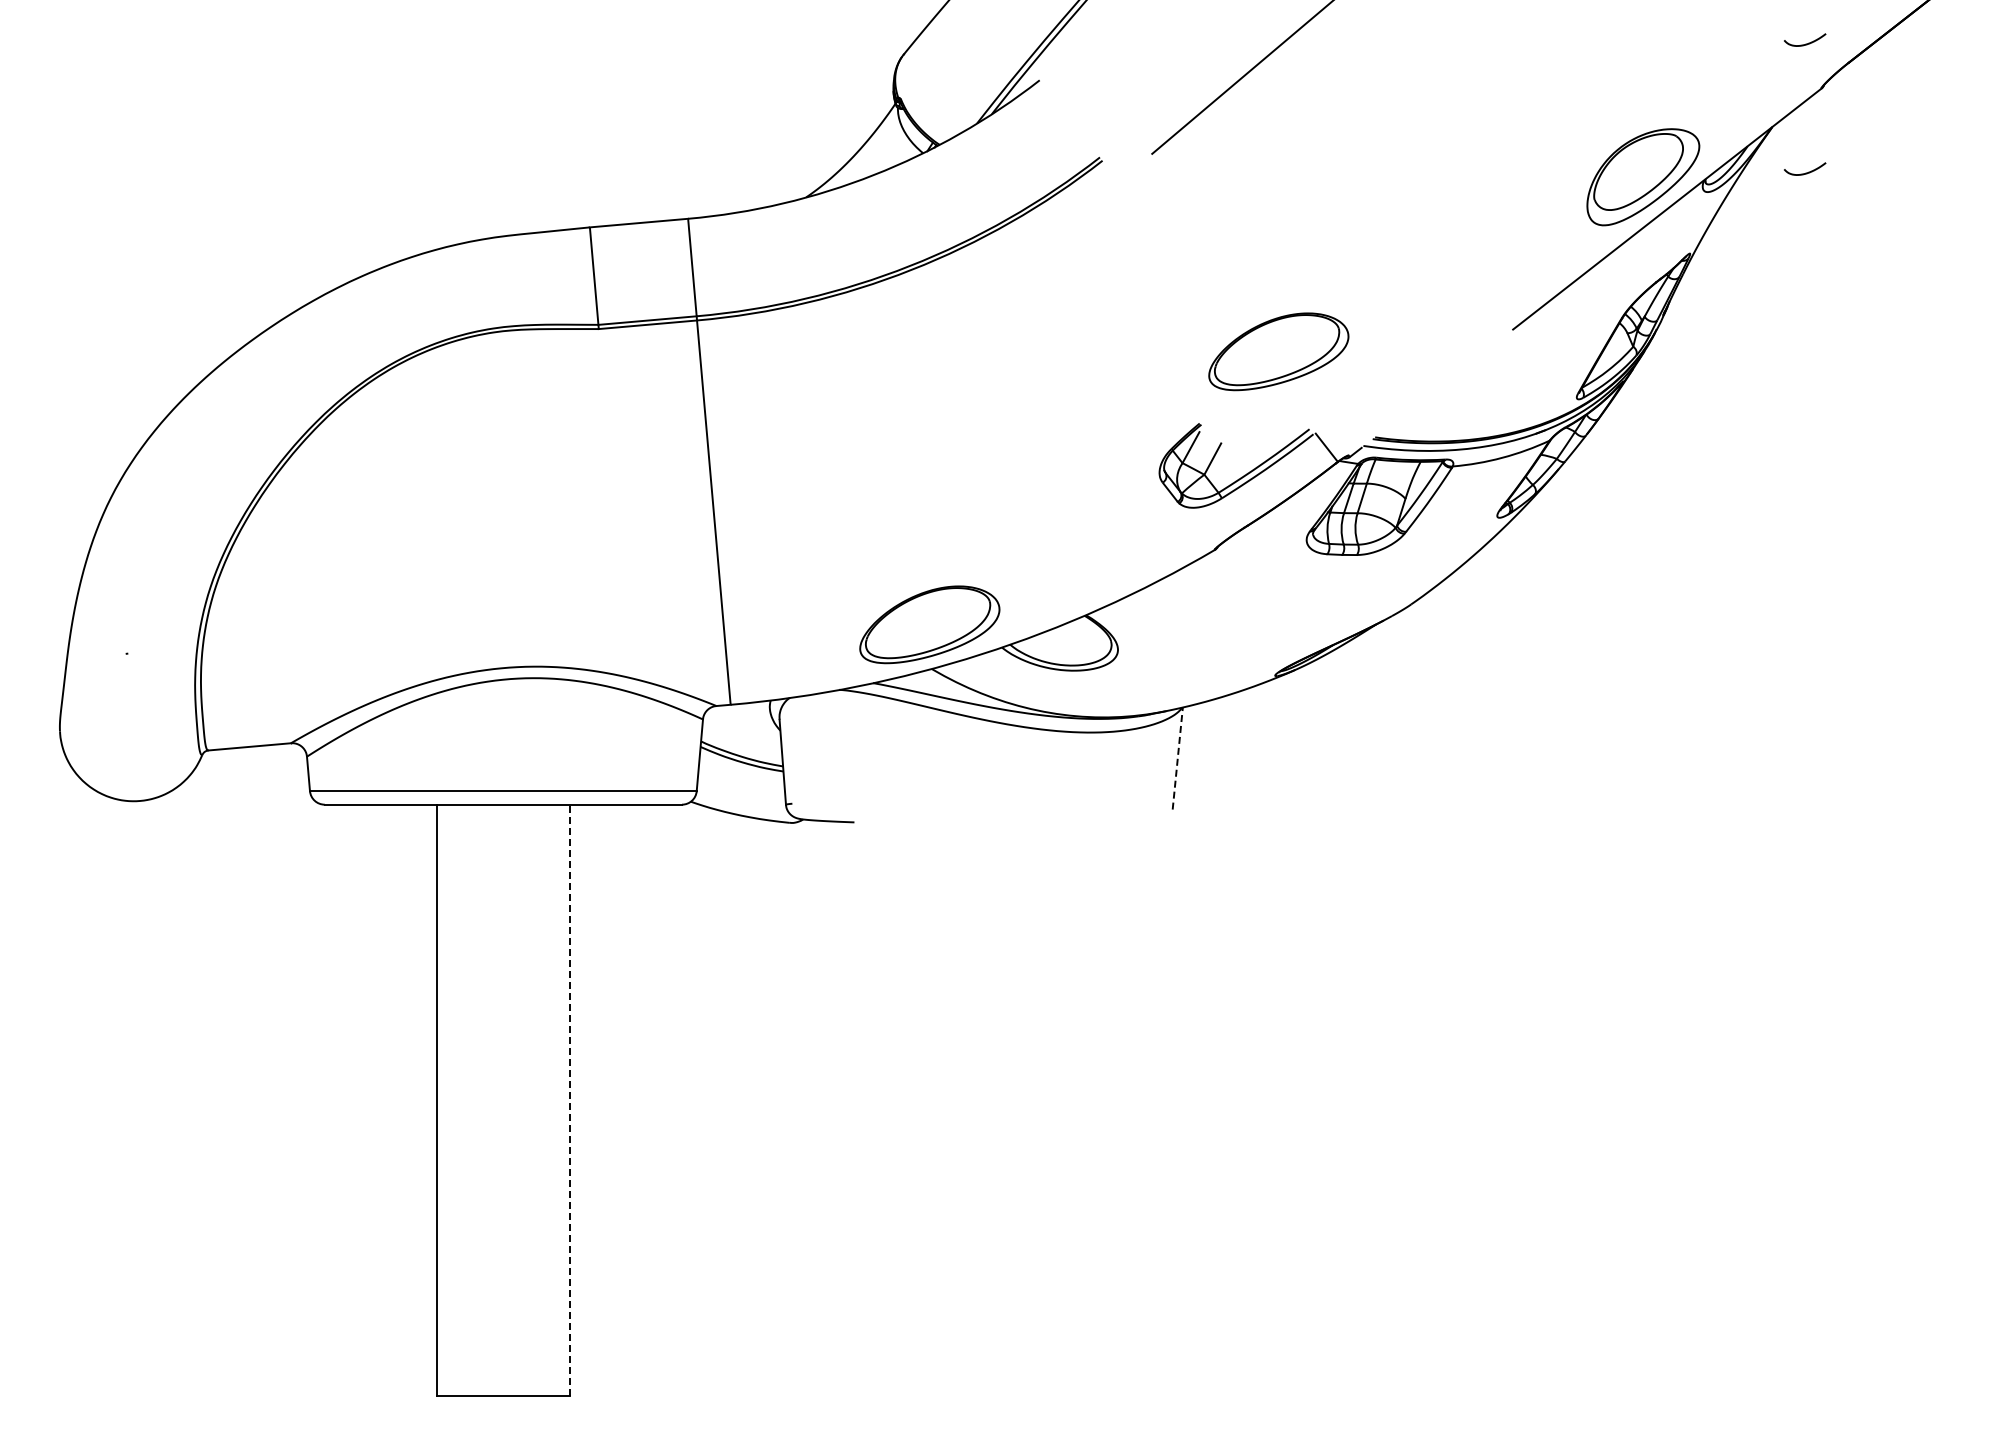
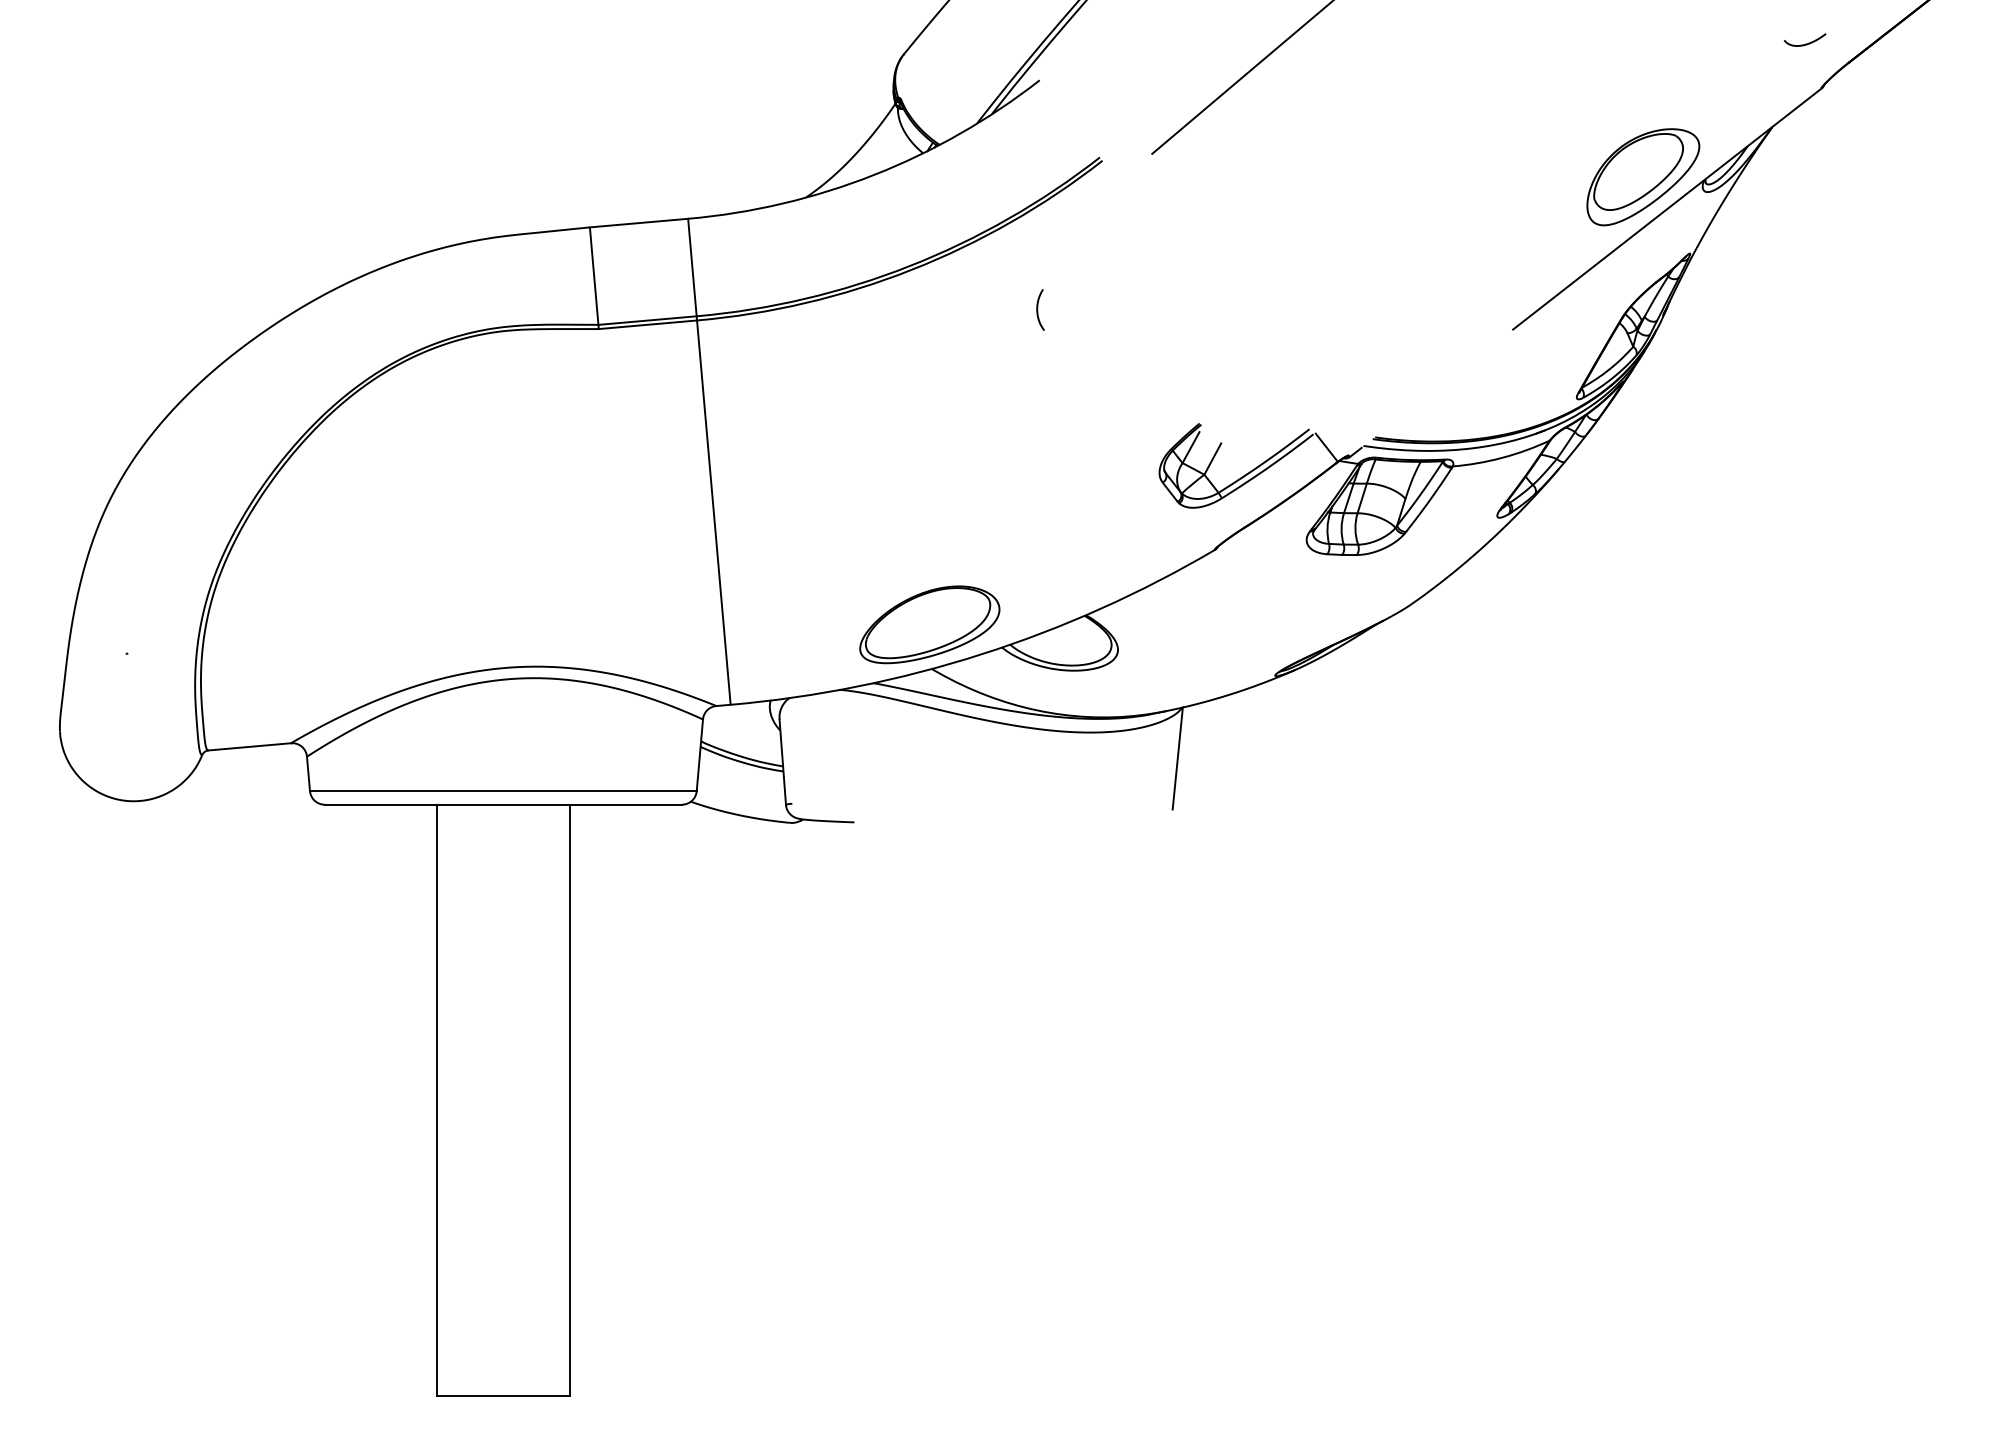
curve at (1805, 172): present -> none
curve at (1038, 309): none -> present
part at (1278, 351): present -> none
line at (1177, 758): dashed -> solid
line at (569, 1100): dashed -> solid
